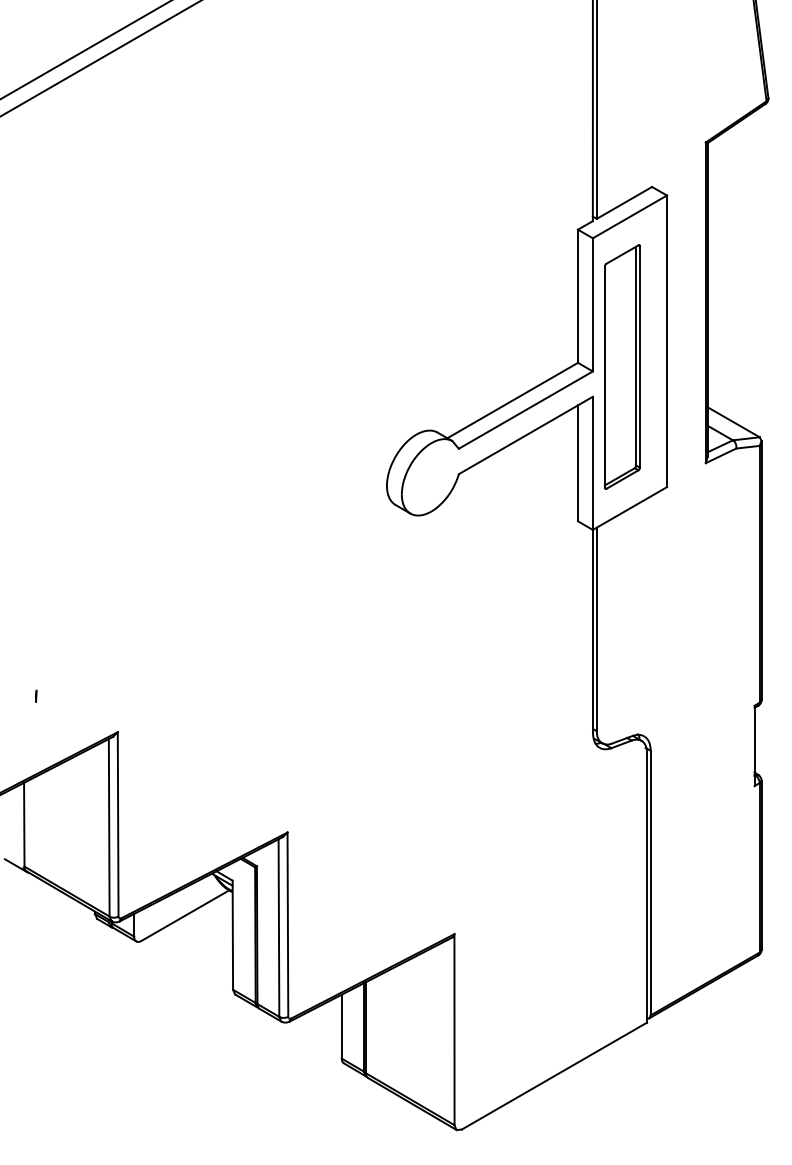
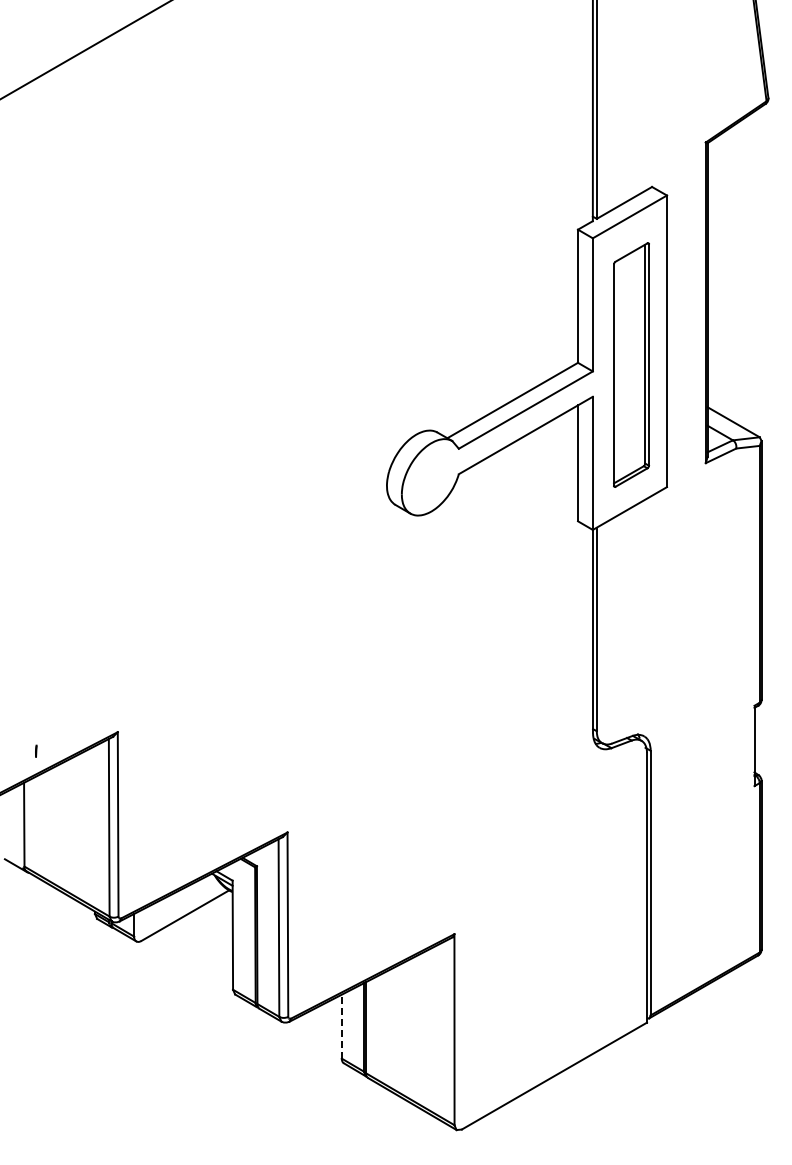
line at (100, 58): present -> none
part at (622, 366) position: (622, 366) -> (631, 364)
line at (36, 695) position: (36, 695) -> (36, 750)
line at (341, 1026): solid -> dashed
